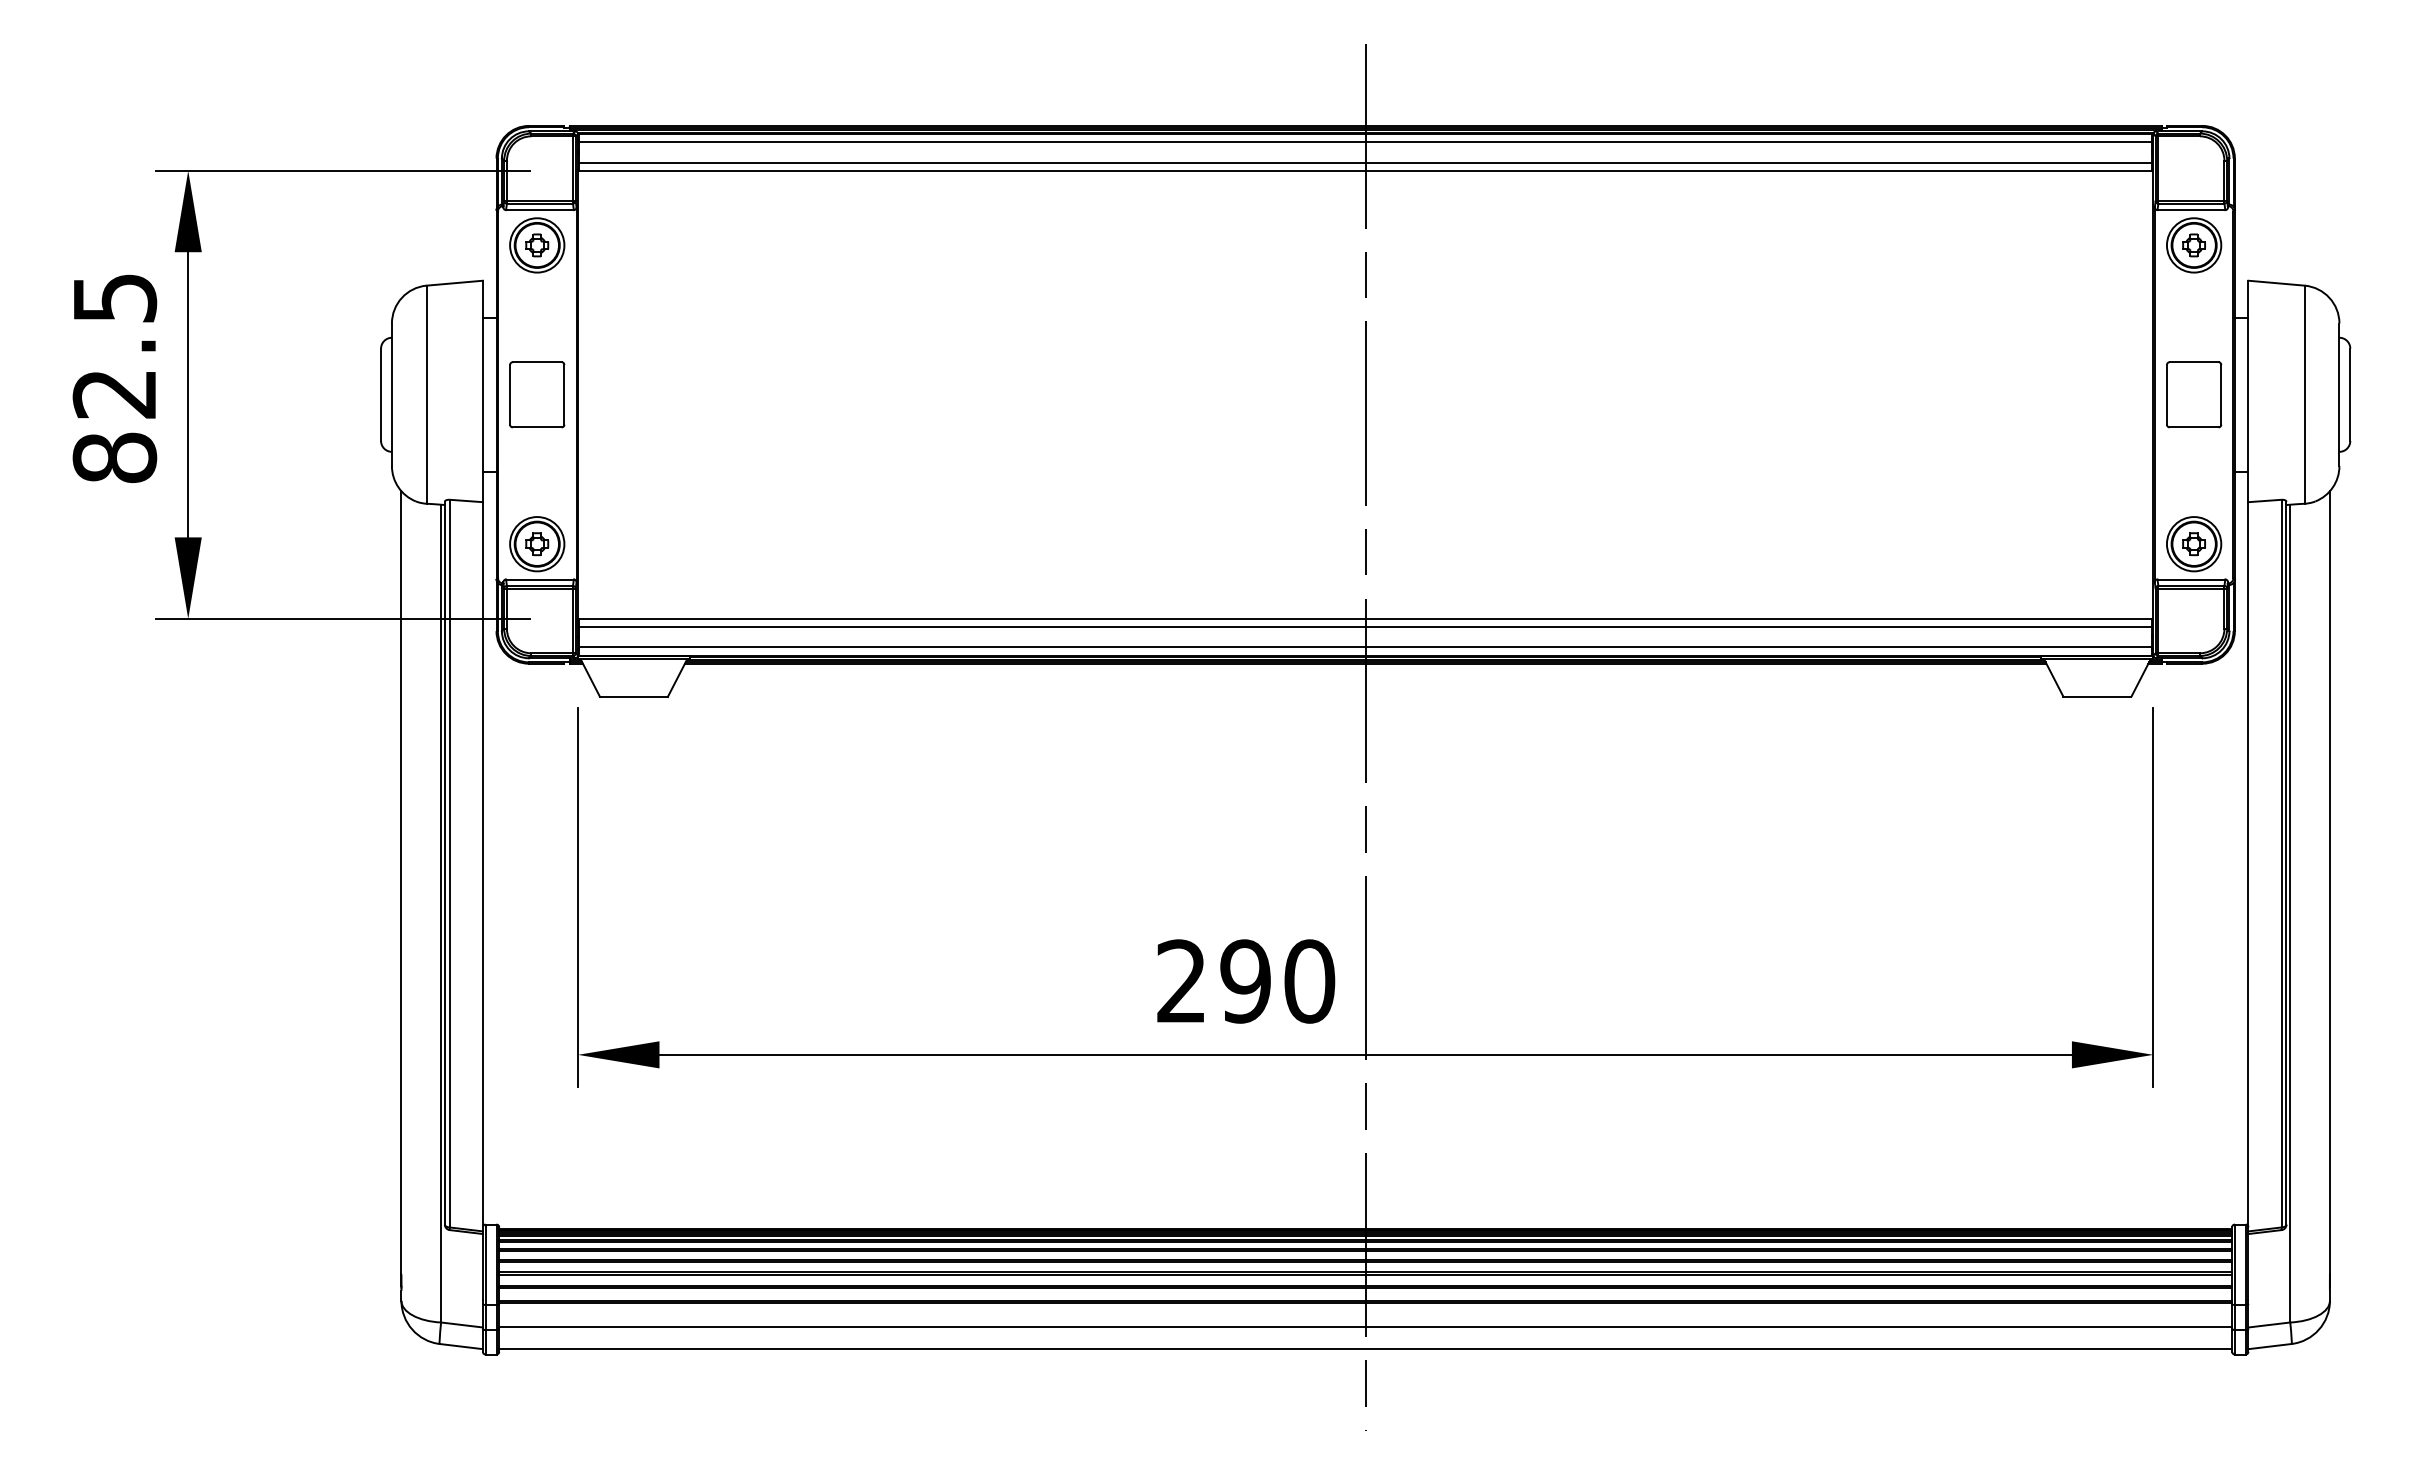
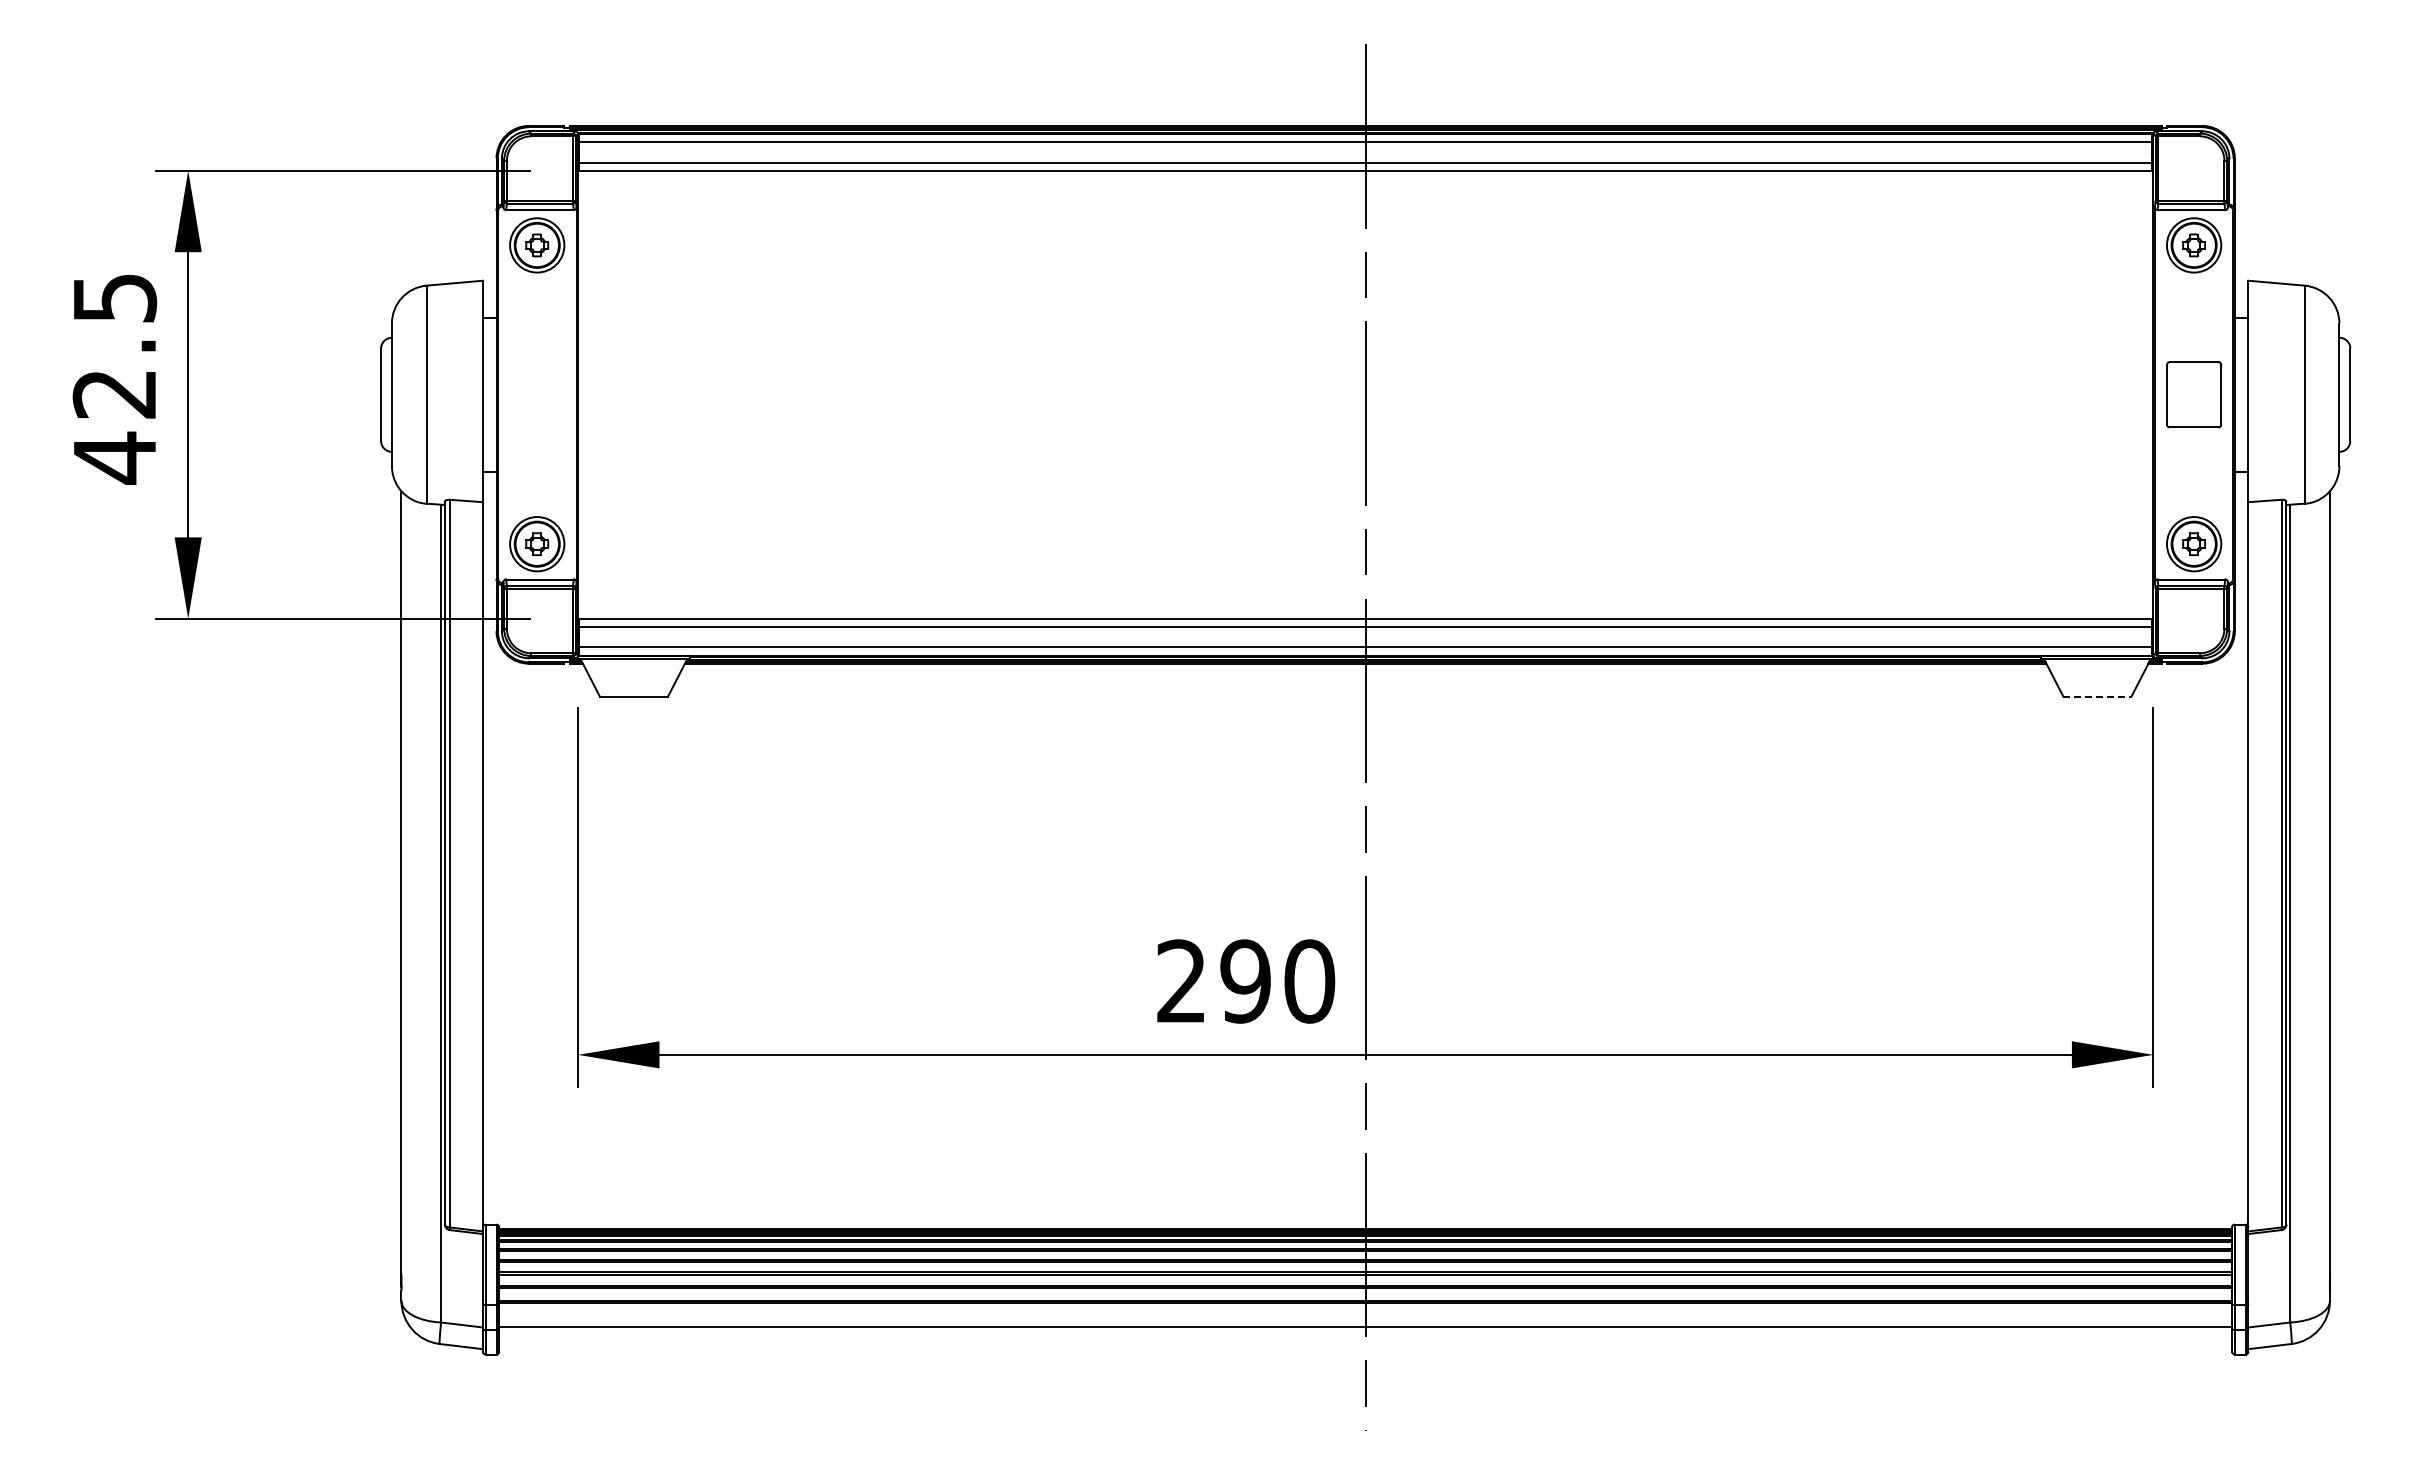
part at (537, 394): present -> none
text at (114, 457): 82.5 -> 42.5
line at (2097, 696): solid -> dashed
line at (1365, 1349): present -> none
